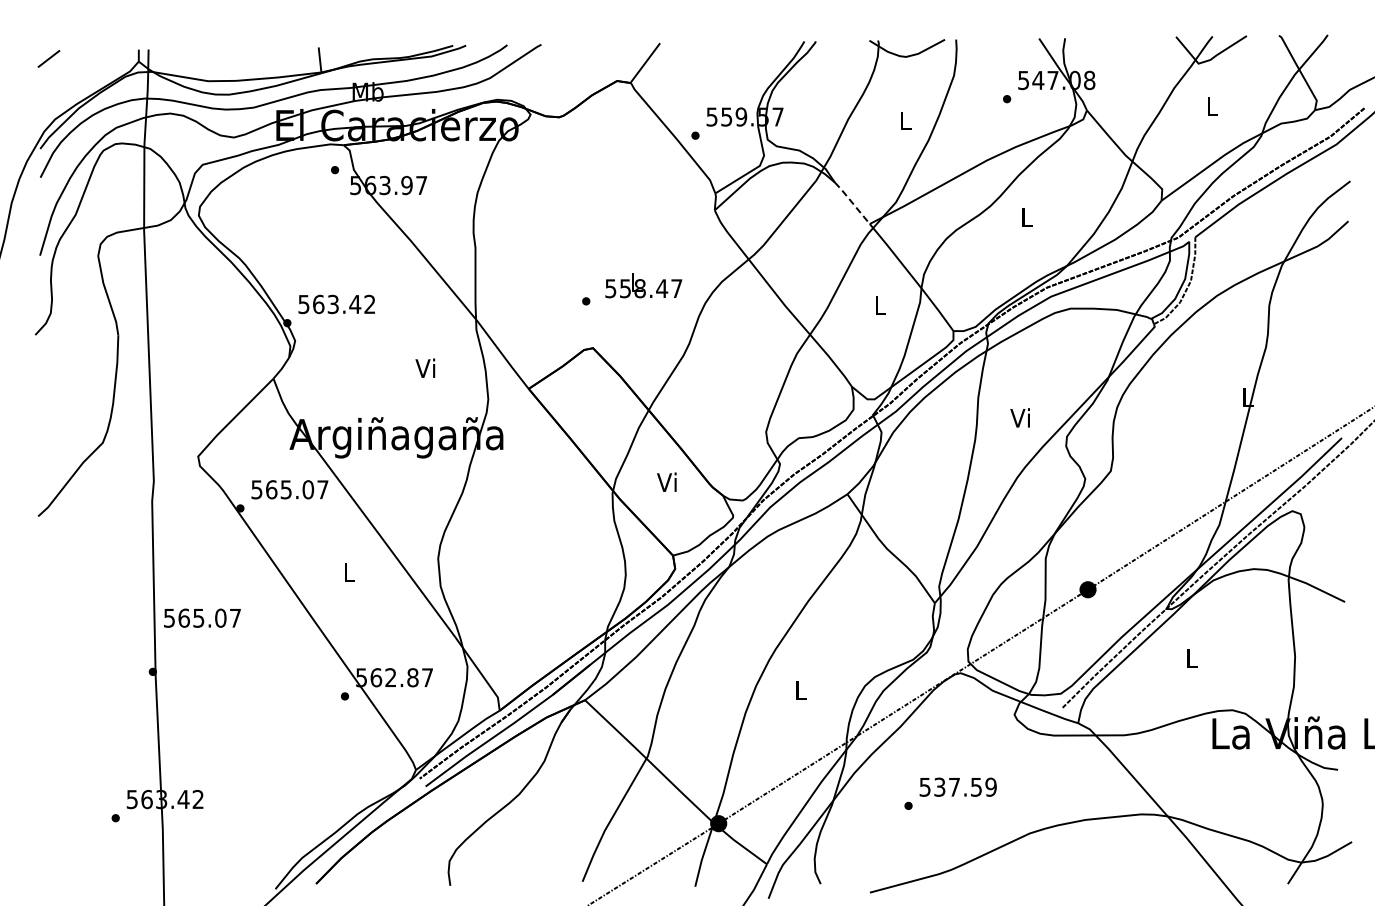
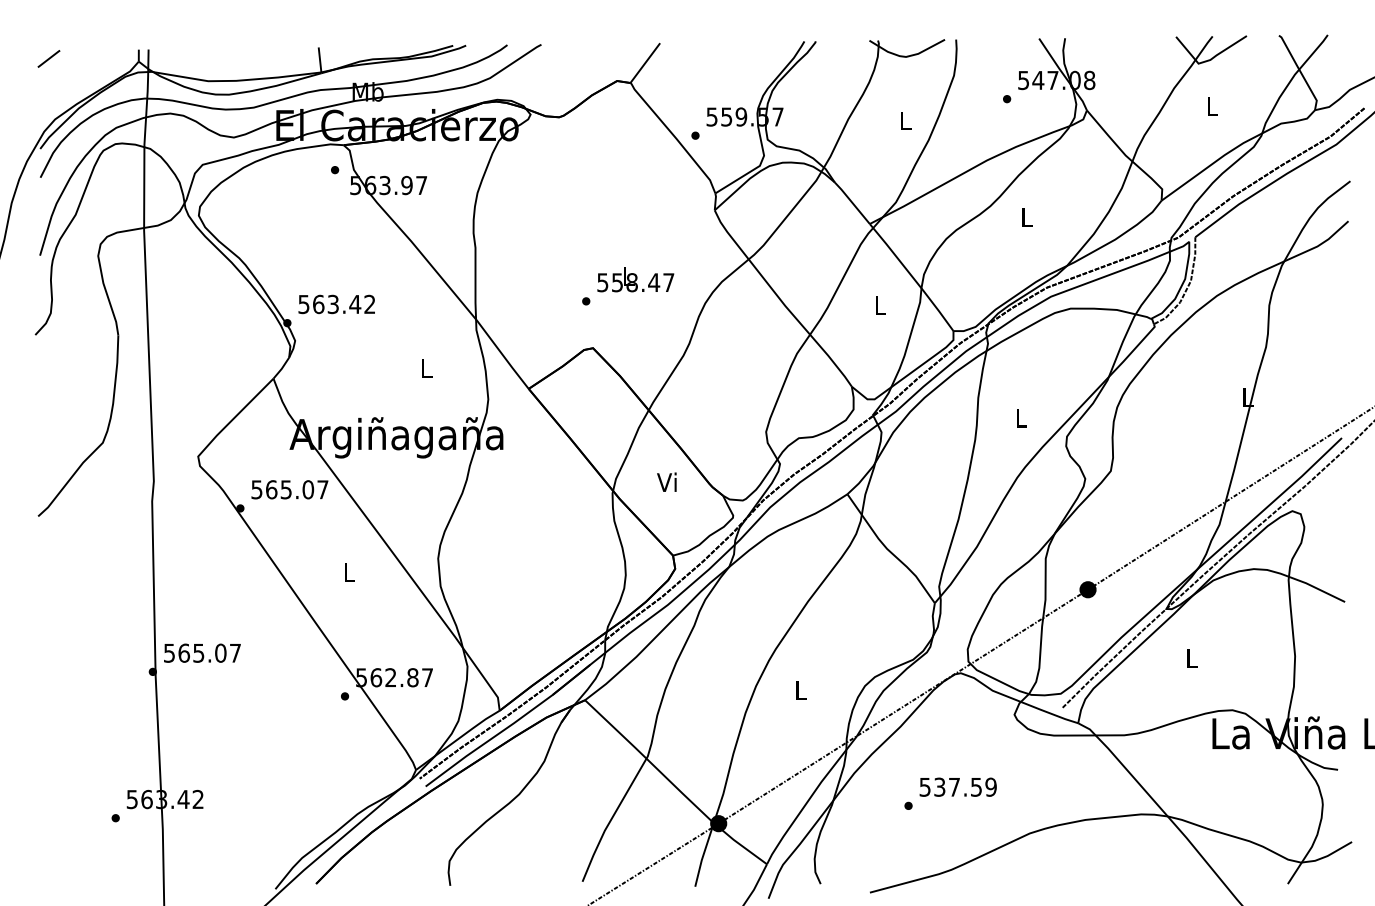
line at (852, 202): dashed -> solid
text at (643, 285) position: (643, 285) -> (635, 279)
text at (425, 367): Vi -> L
text at (1019, 417): Vi -> L
text at (202, 617) position: (202, 617) -> (202, 652)
